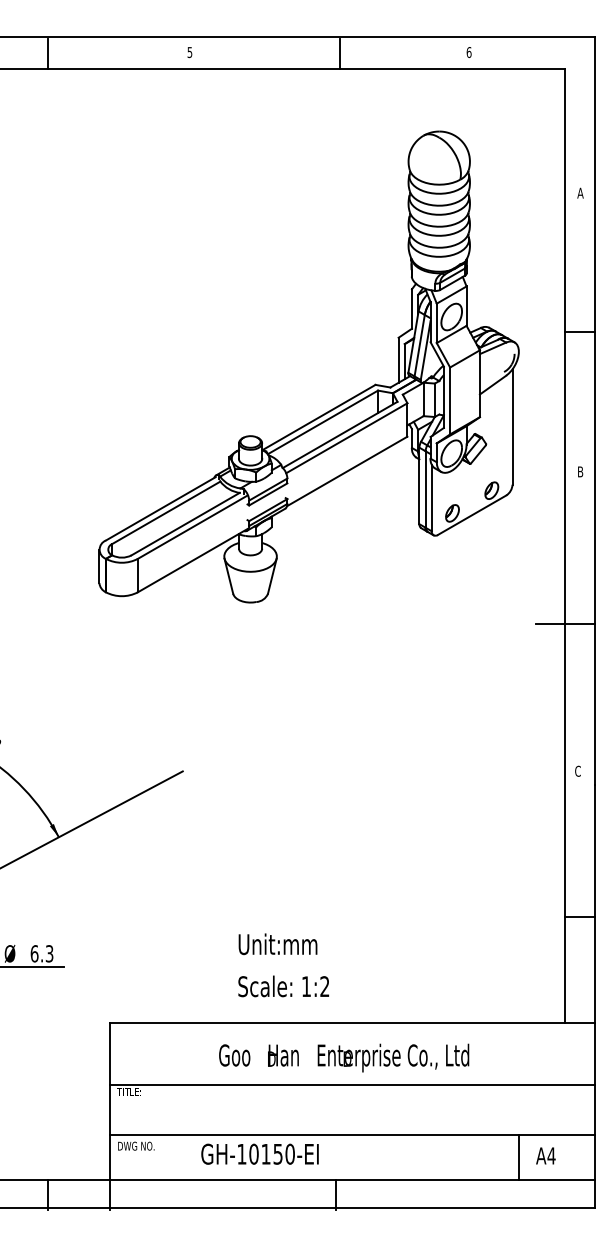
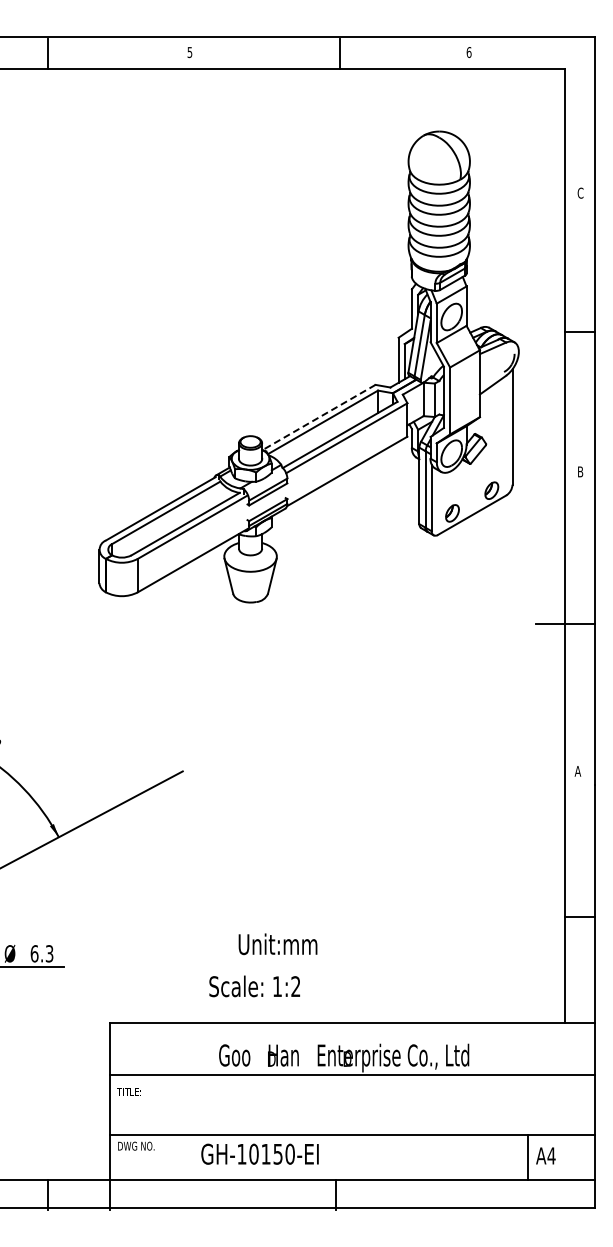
text at (580, 192): A -> C
line at (318, 417): solid -> dashed
text at (577, 770): C -> A
text at (283, 986) position: (283, 986) -> (254, 986)
line at (352, 1085) position: (352, 1085) -> (352, 1075)
line at (518, 1157) position: (518, 1157) -> (527, 1157)
